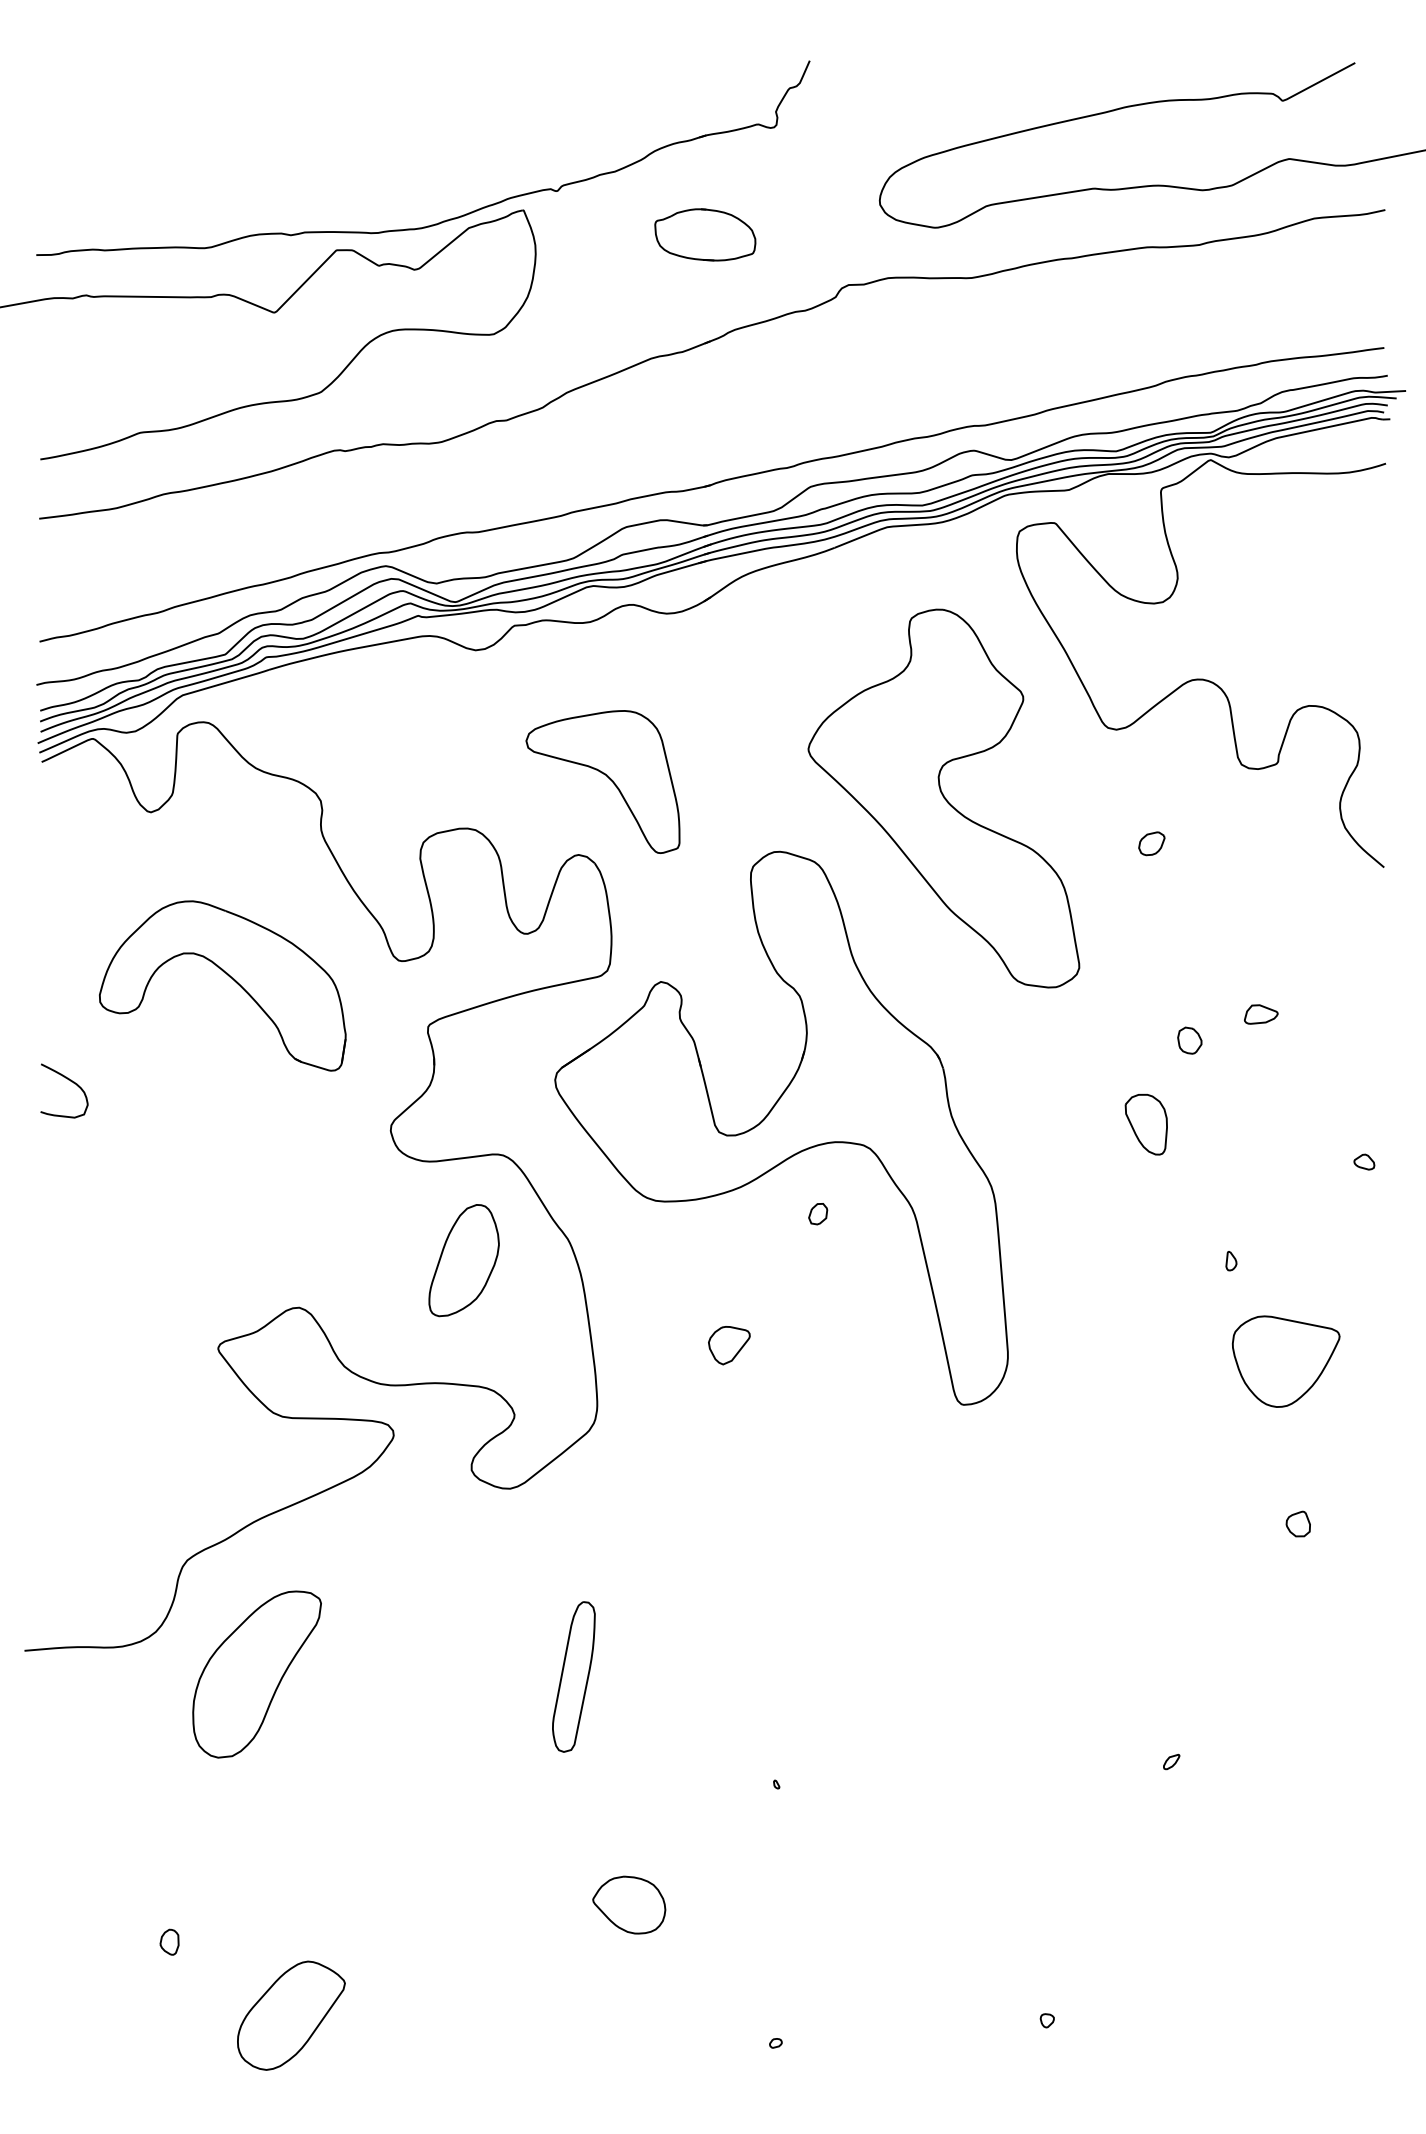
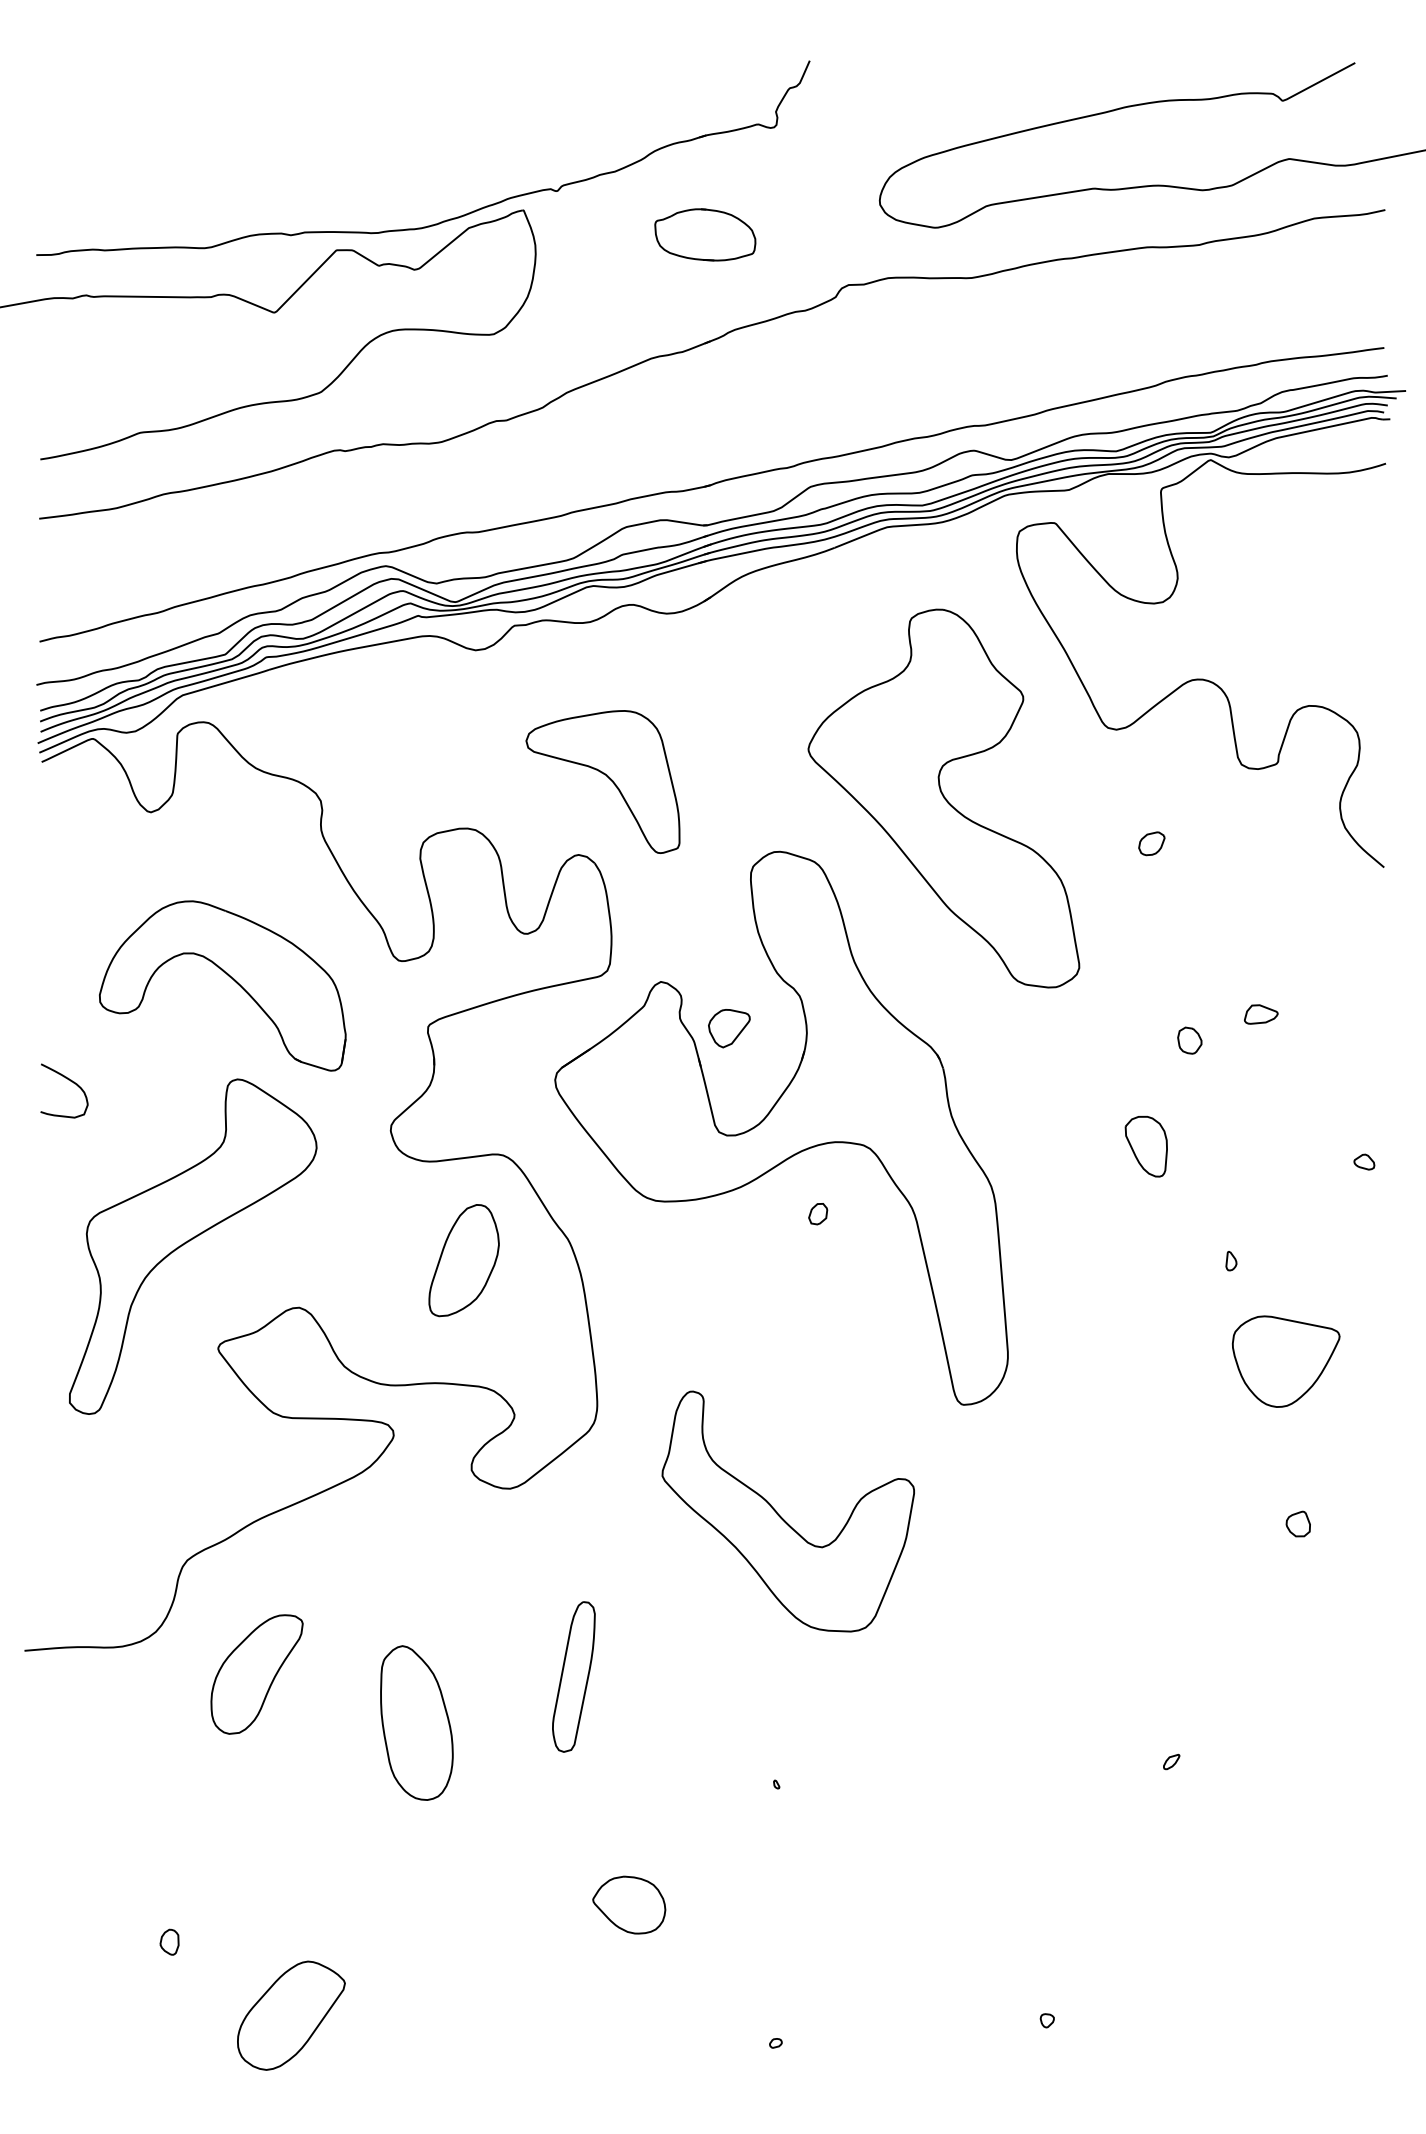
part at (1145, 1124) position: (1145, 1124) -> (1145, 1146)
part at (191, 1240): none -> present
part at (729, 1345) position: (729, 1345) -> (729, 1028)
part at (781, 1516): none -> present
part at (256, 1674) size: 130x169 px -> 94x121 px
part at (416, 1722): none -> present
